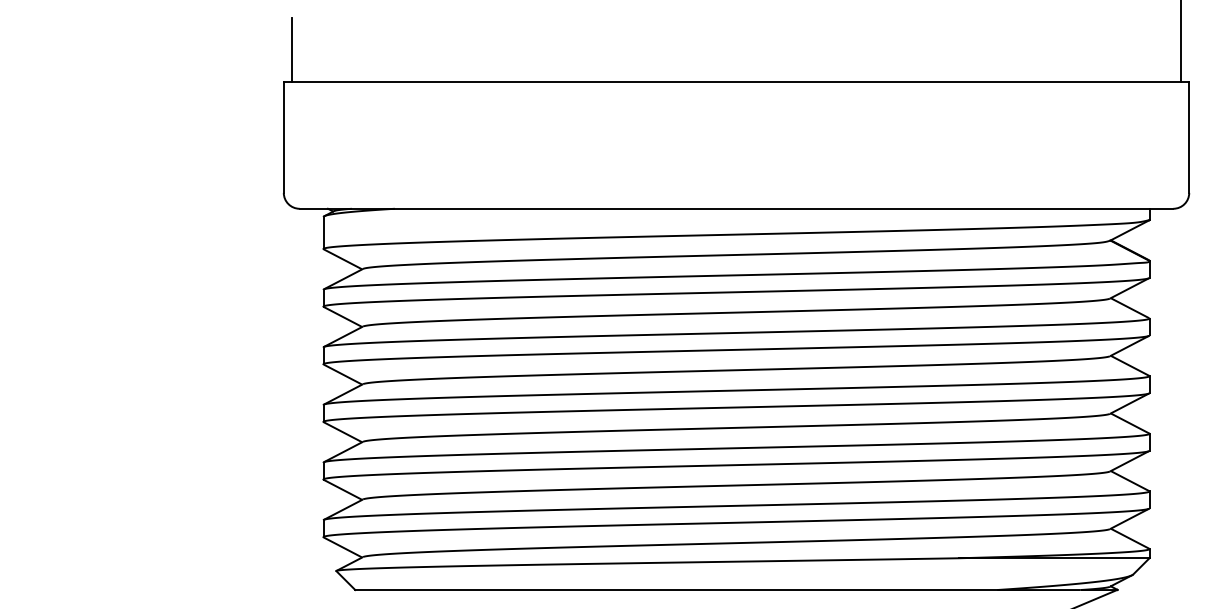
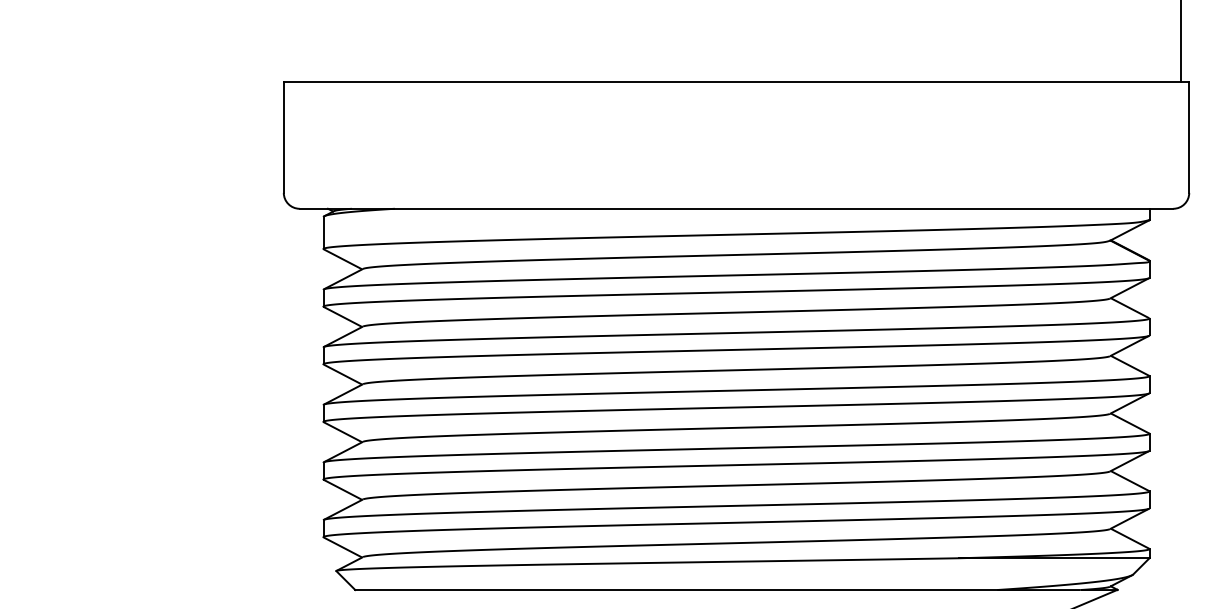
line at (291, 49): present -> none
